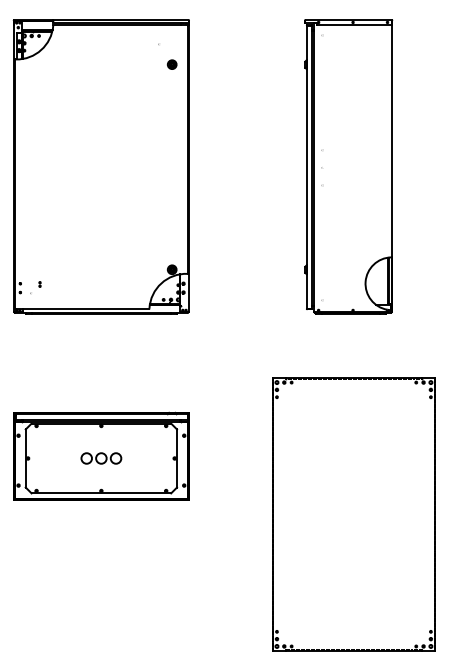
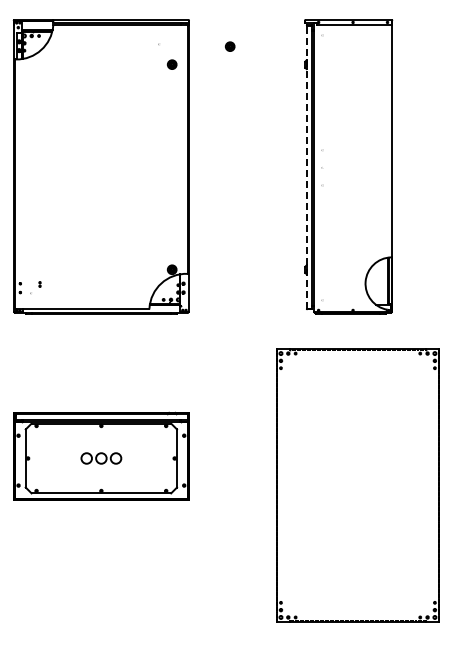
part at (229, 46): none -> present
line at (306, 166): solid -> dashed
part at (353, 514) position: (353, 514) -> (357, 485)
